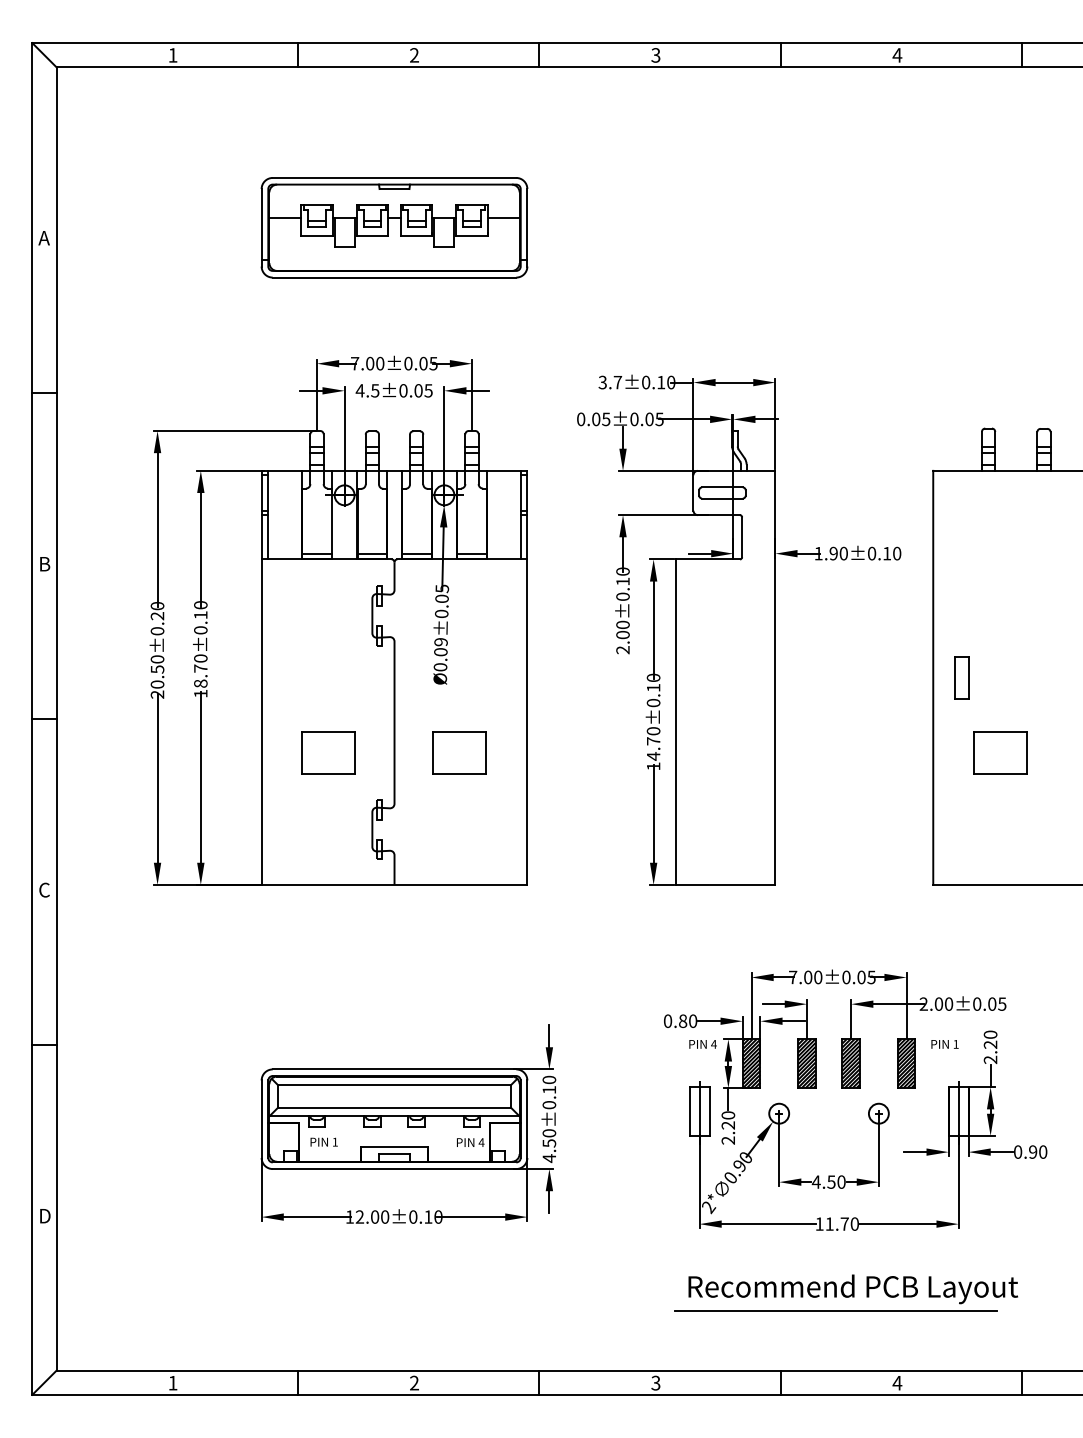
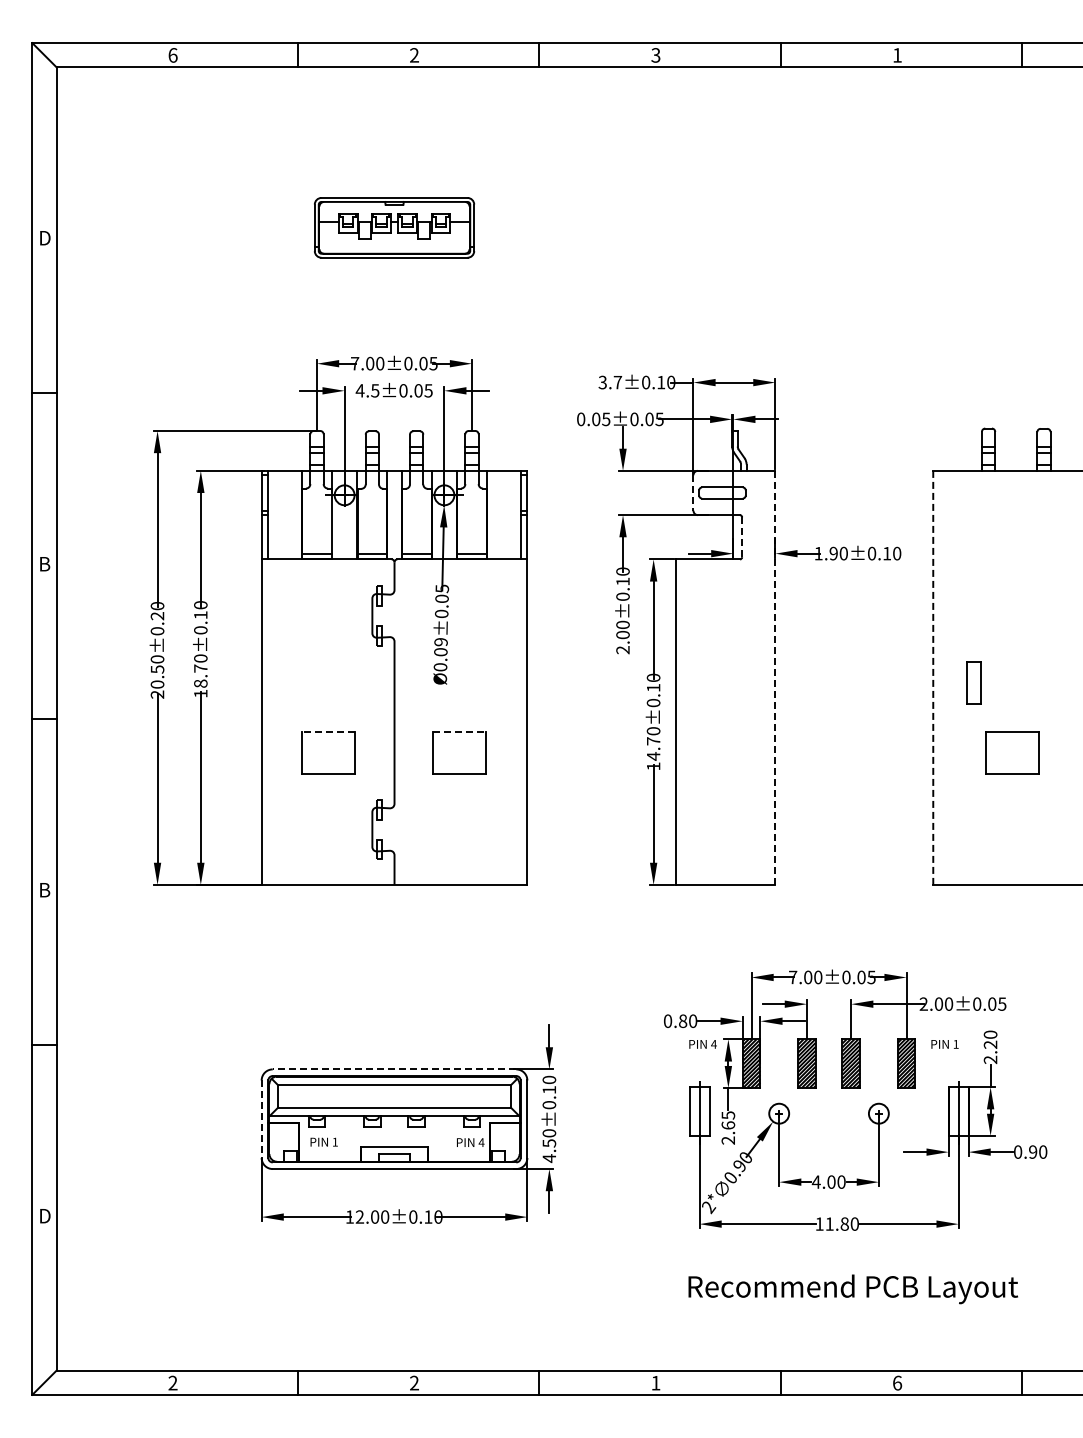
text at (172, 55): 1 -> 6
text at (897, 55): 4 -> 1
part at (394, 227) size: 269x102 px -> 162x62 px
text at (44, 238): A -> D
line at (693, 493): solid -> dashed
line at (742, 537): solid -> dashed
line at (933, 677): solid -> dashed
part at (961, 677) position: (961, 677) -> (973, 682)
line at (775, 678): solid -> dashed
line at (328, 732): solid -> dashed
line at (459, 732): solid -> dashed
part at (1000, 752) position: (1000, 752) -> (1012, 752)
text at (44, 889): C -> B
line at (394, 1069): solid -> dashed
line at (261, 1119): solid -> dashed
text at (728, 1120): 2.20 -> 2.65
text at (831, 1181): 4.50 -> 4.00
text at (844, 1223): 11.70 -> 11.80
line at (836, 1310): present -> none
text at (172, 1382): 1 -> 2
text at (655, 1382): 3 -> 1
text at (897, 1382): 4 -> 6
